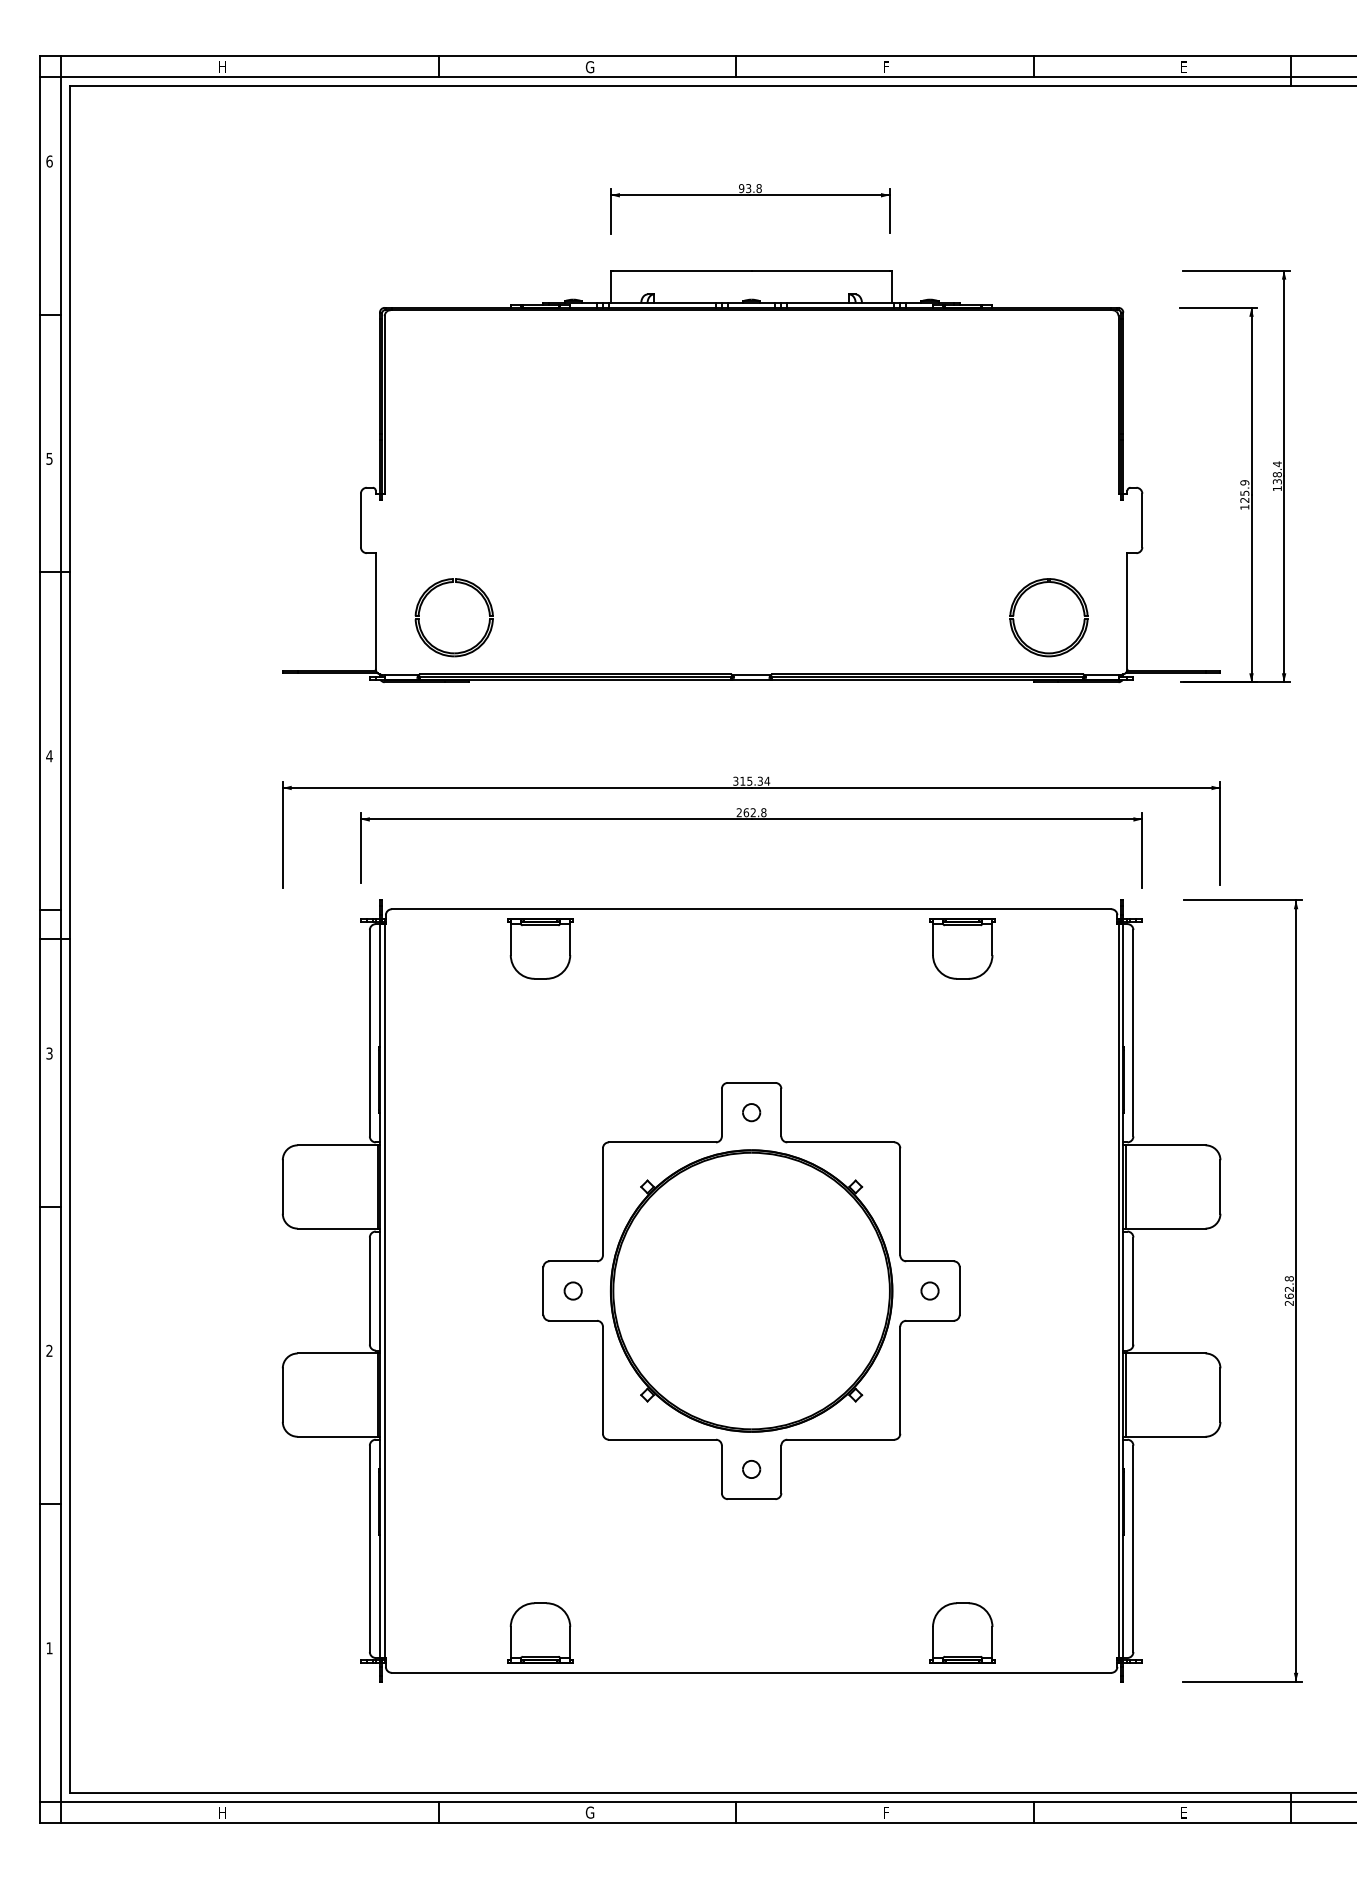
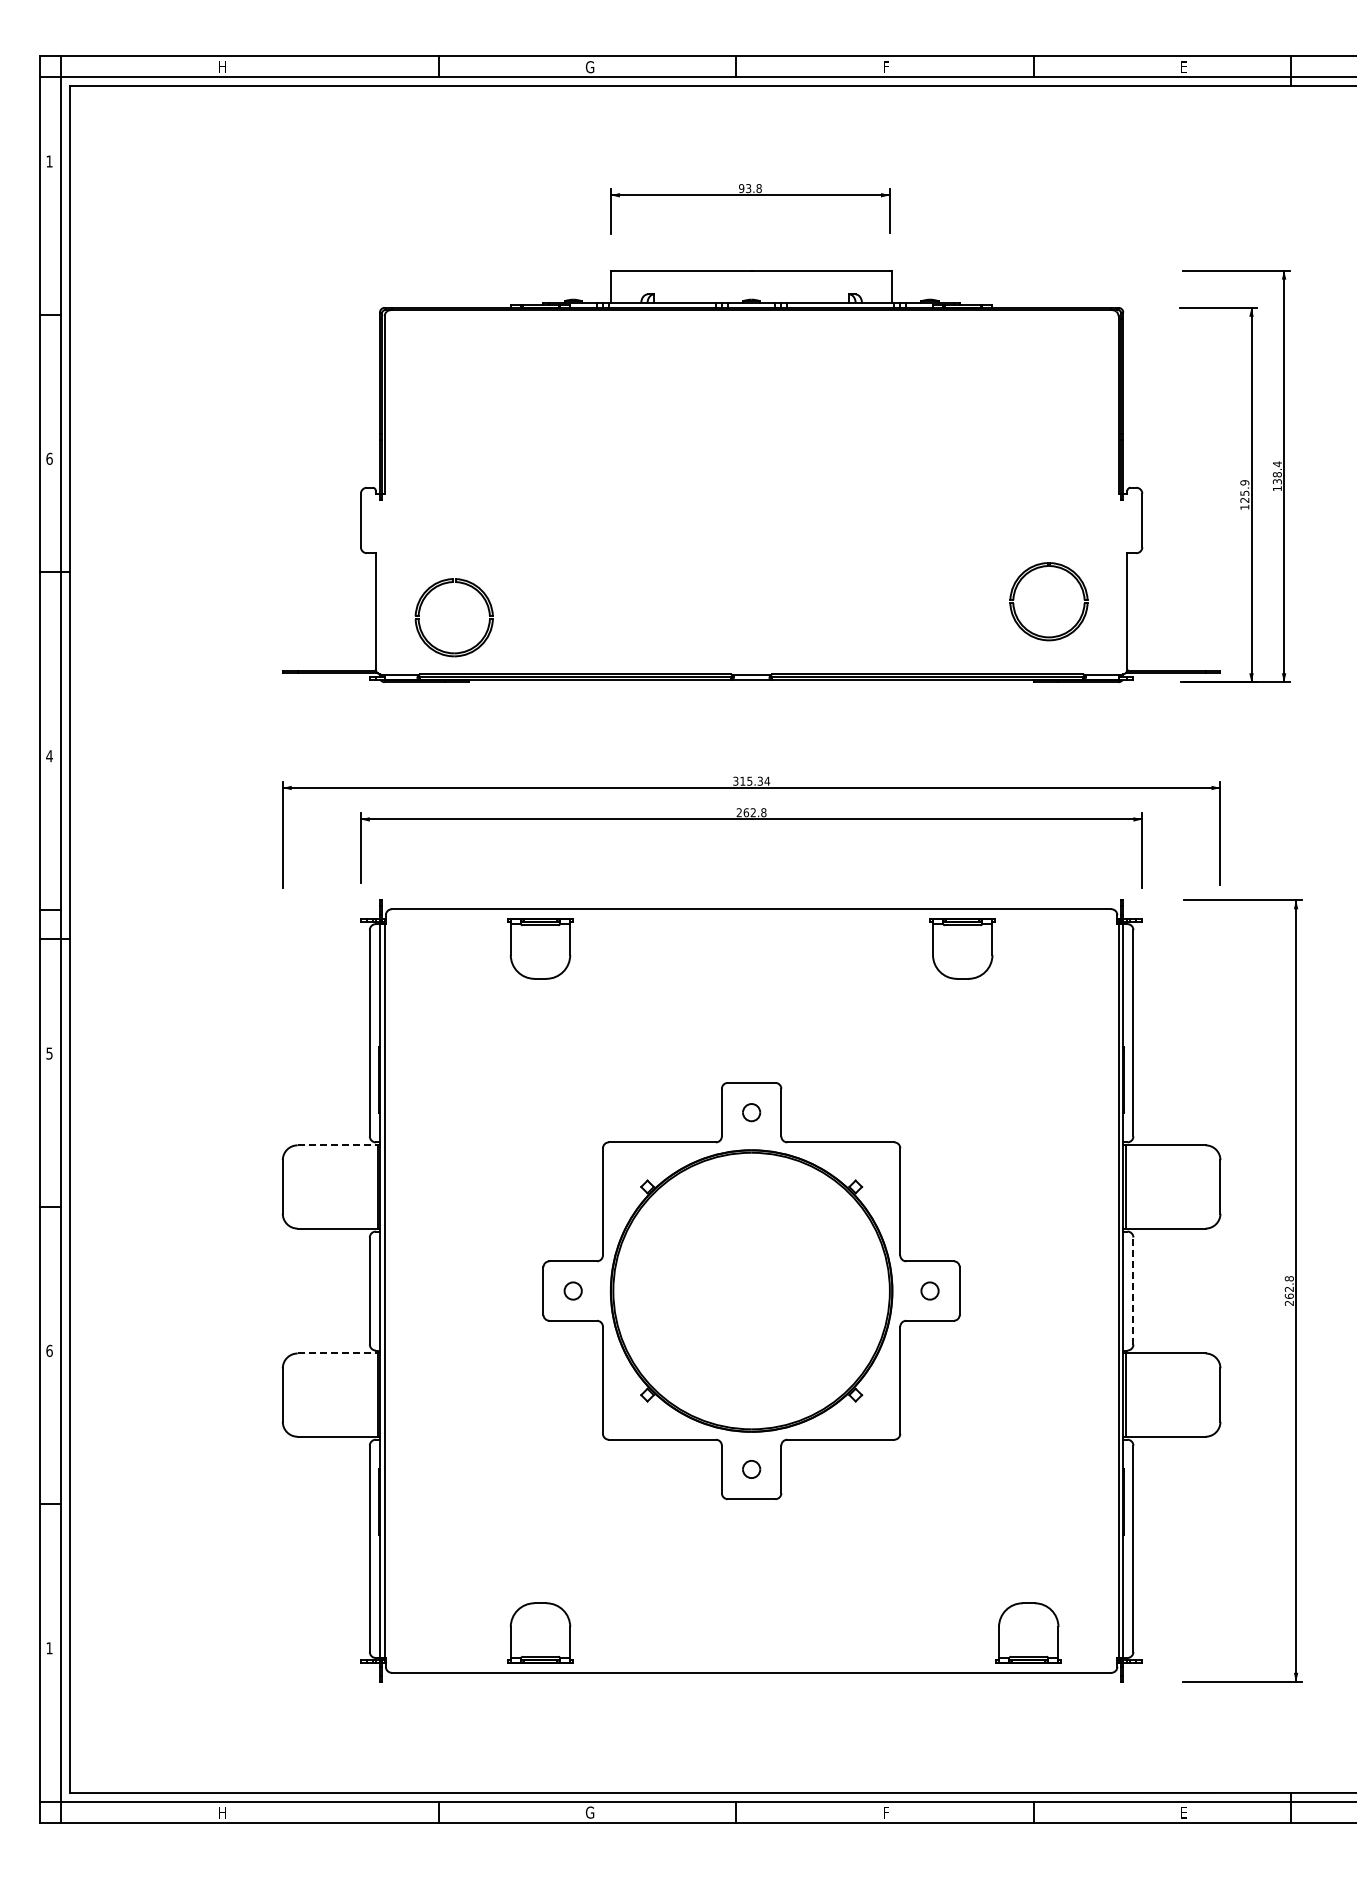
text at (49, 161): 6 -> 1
text at (49, 458): 5 -> 6
part at (1029, 589) position: (1029, 589) -> (1029, 573)
text at (49, 1052): 3 -> 5
line at (337, 1145): solid -> dashed
line at (1133, 1291): solid -> dashed
text at (49, 1350): 2 -> 6
line at (337, 1353): solid -> dashed
part at (962, 1632) position: (962, 1632) -> (1028, 1632)
